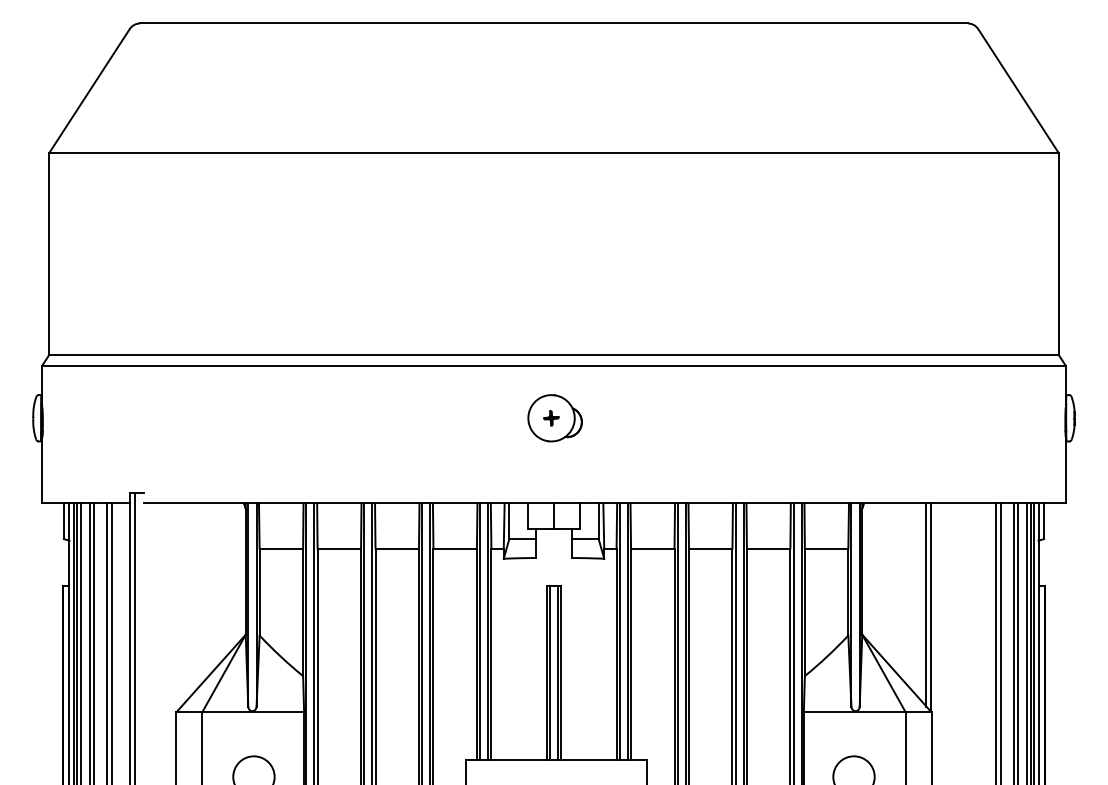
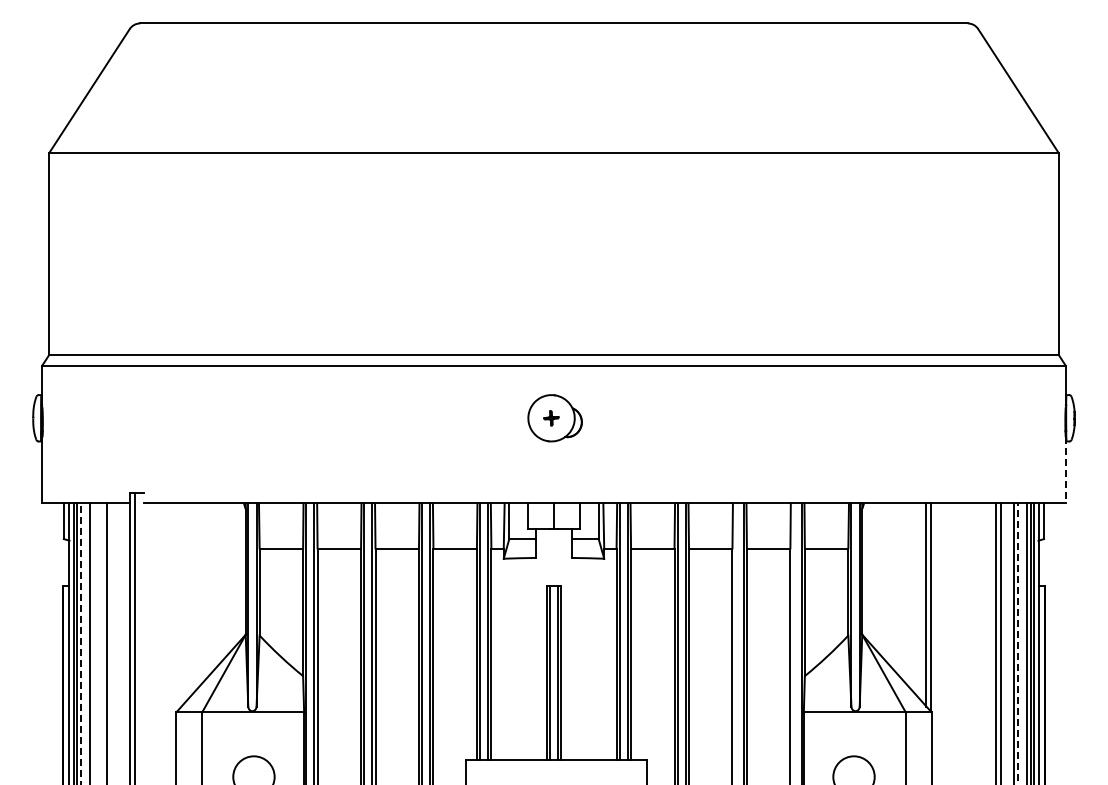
line at (1065, 470): solid -> dashed
line at (94, 641): present -> none
line at (111, 641): present -> none
line at (735, 641): present -> none
line at (793, 641): present -> none
line at (81, 643): solid -> dashed
line at (1018, 643): solid -> dashed
